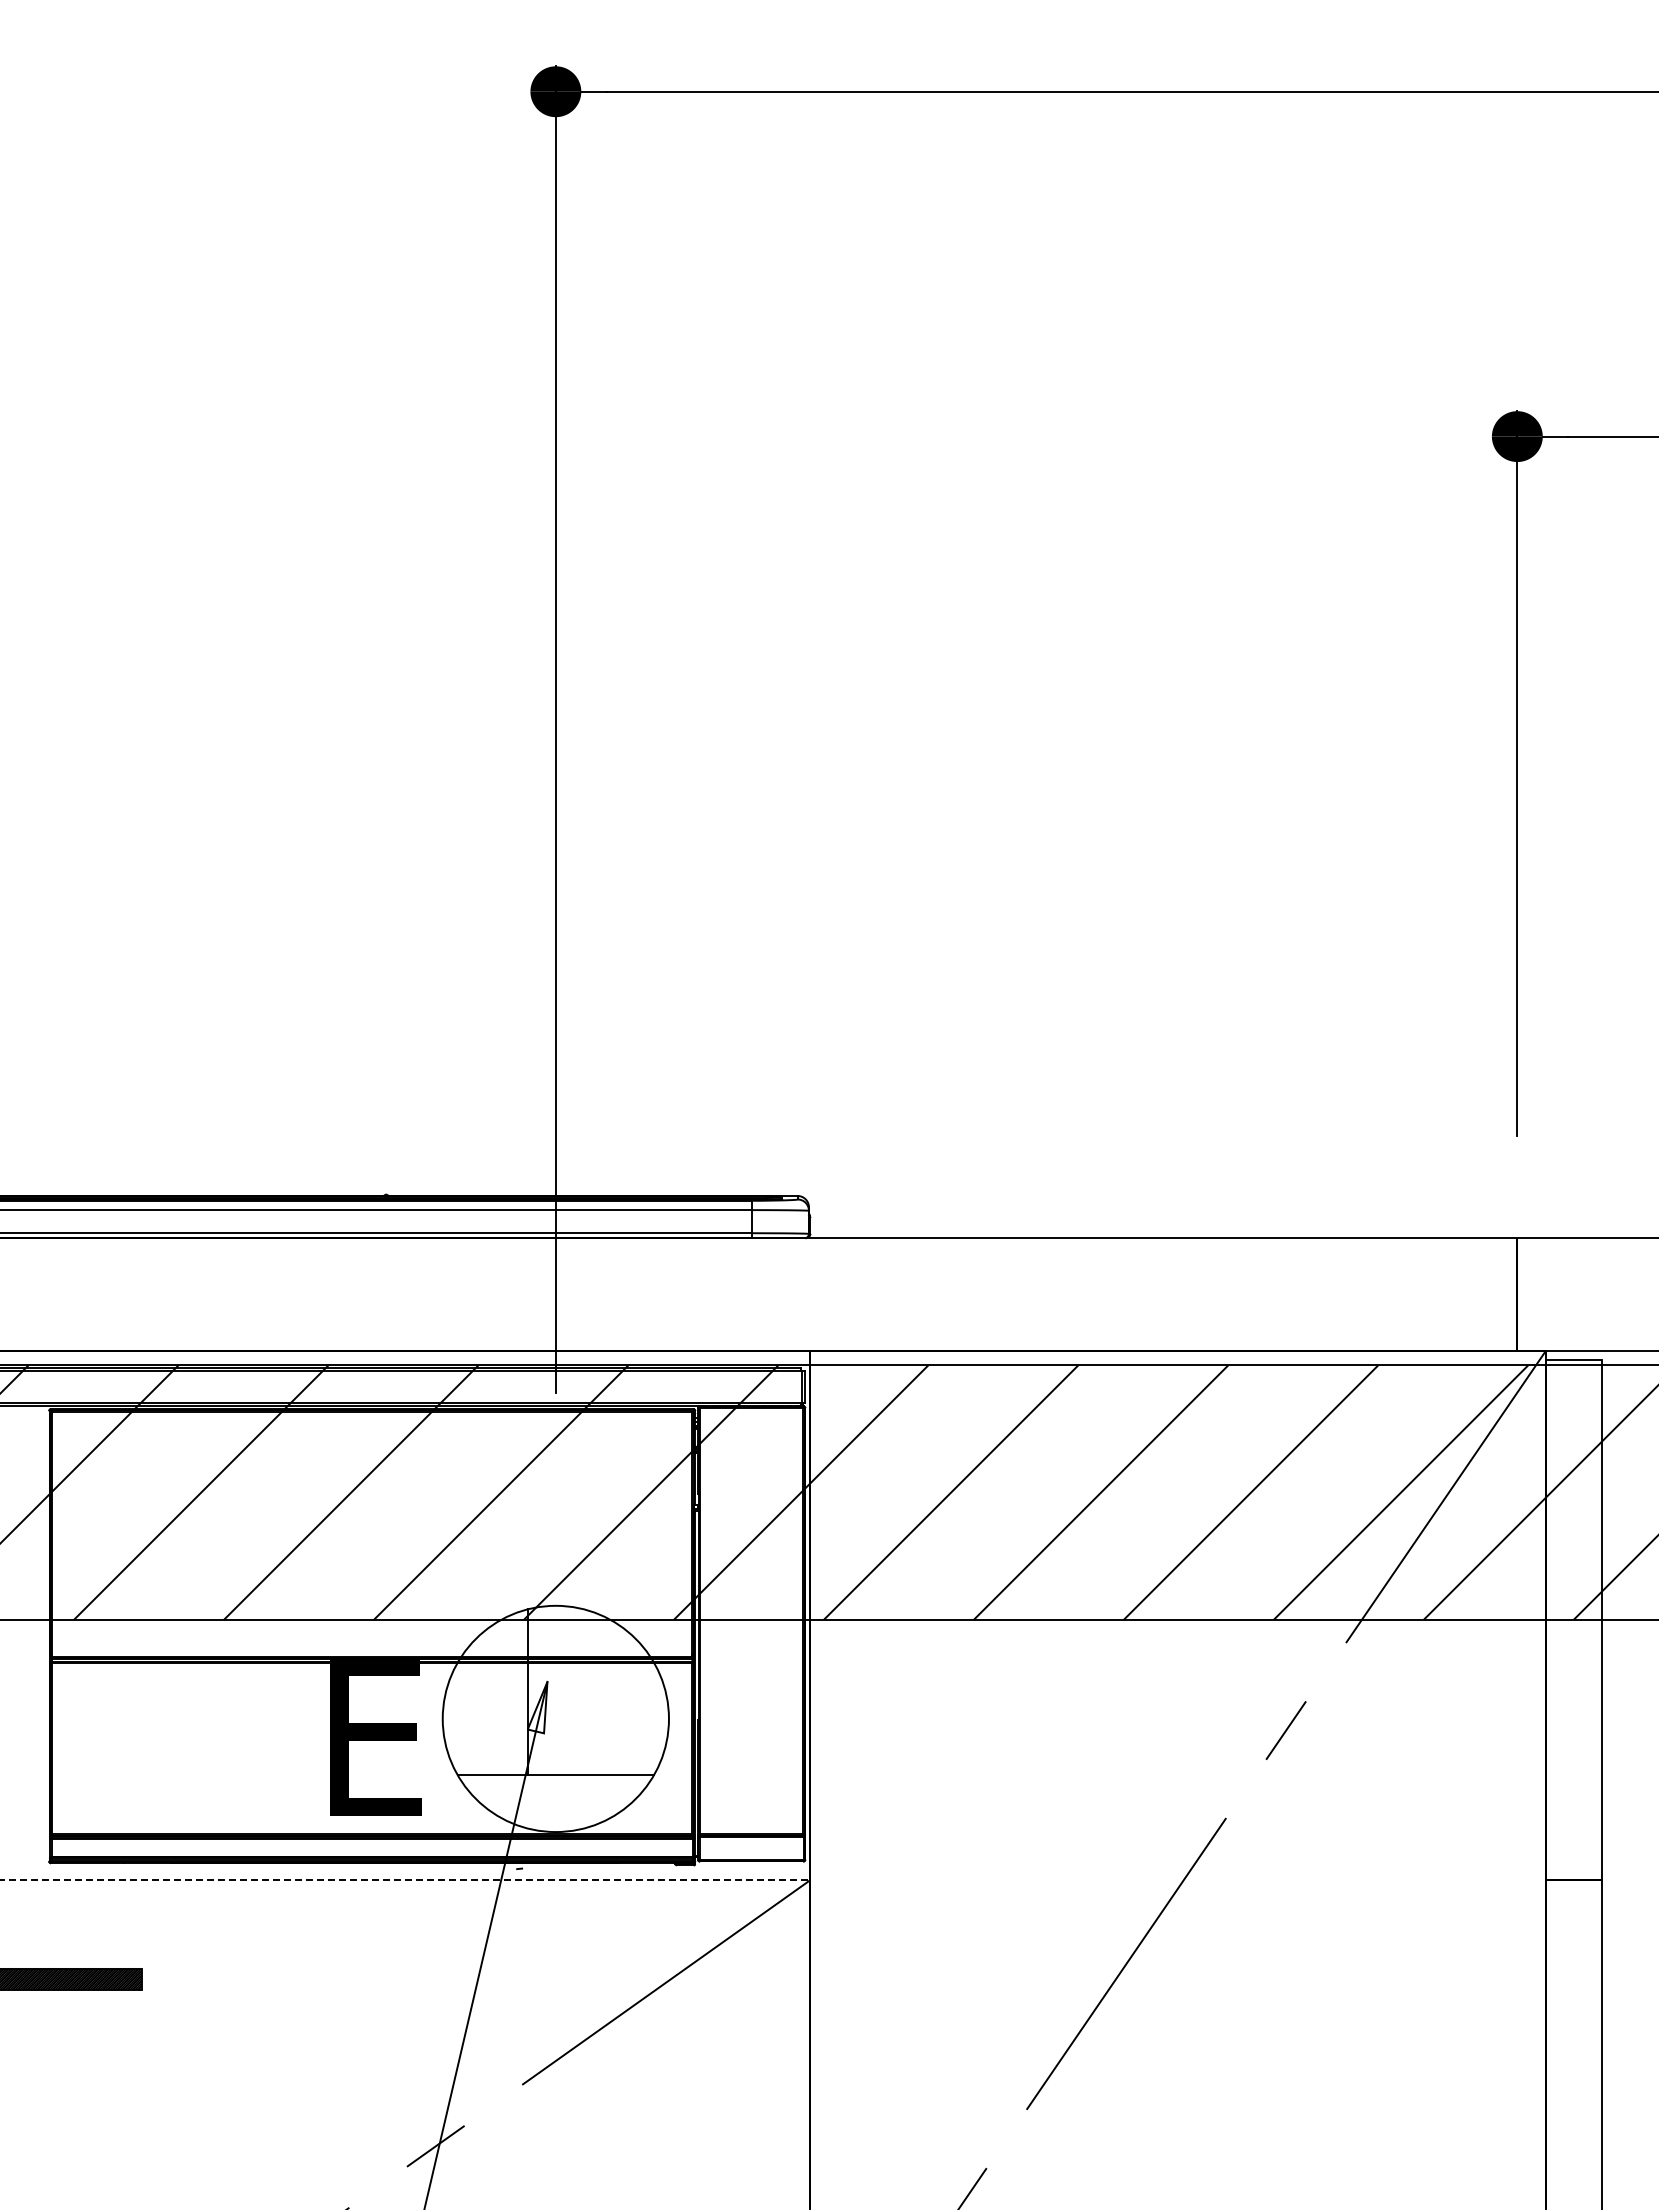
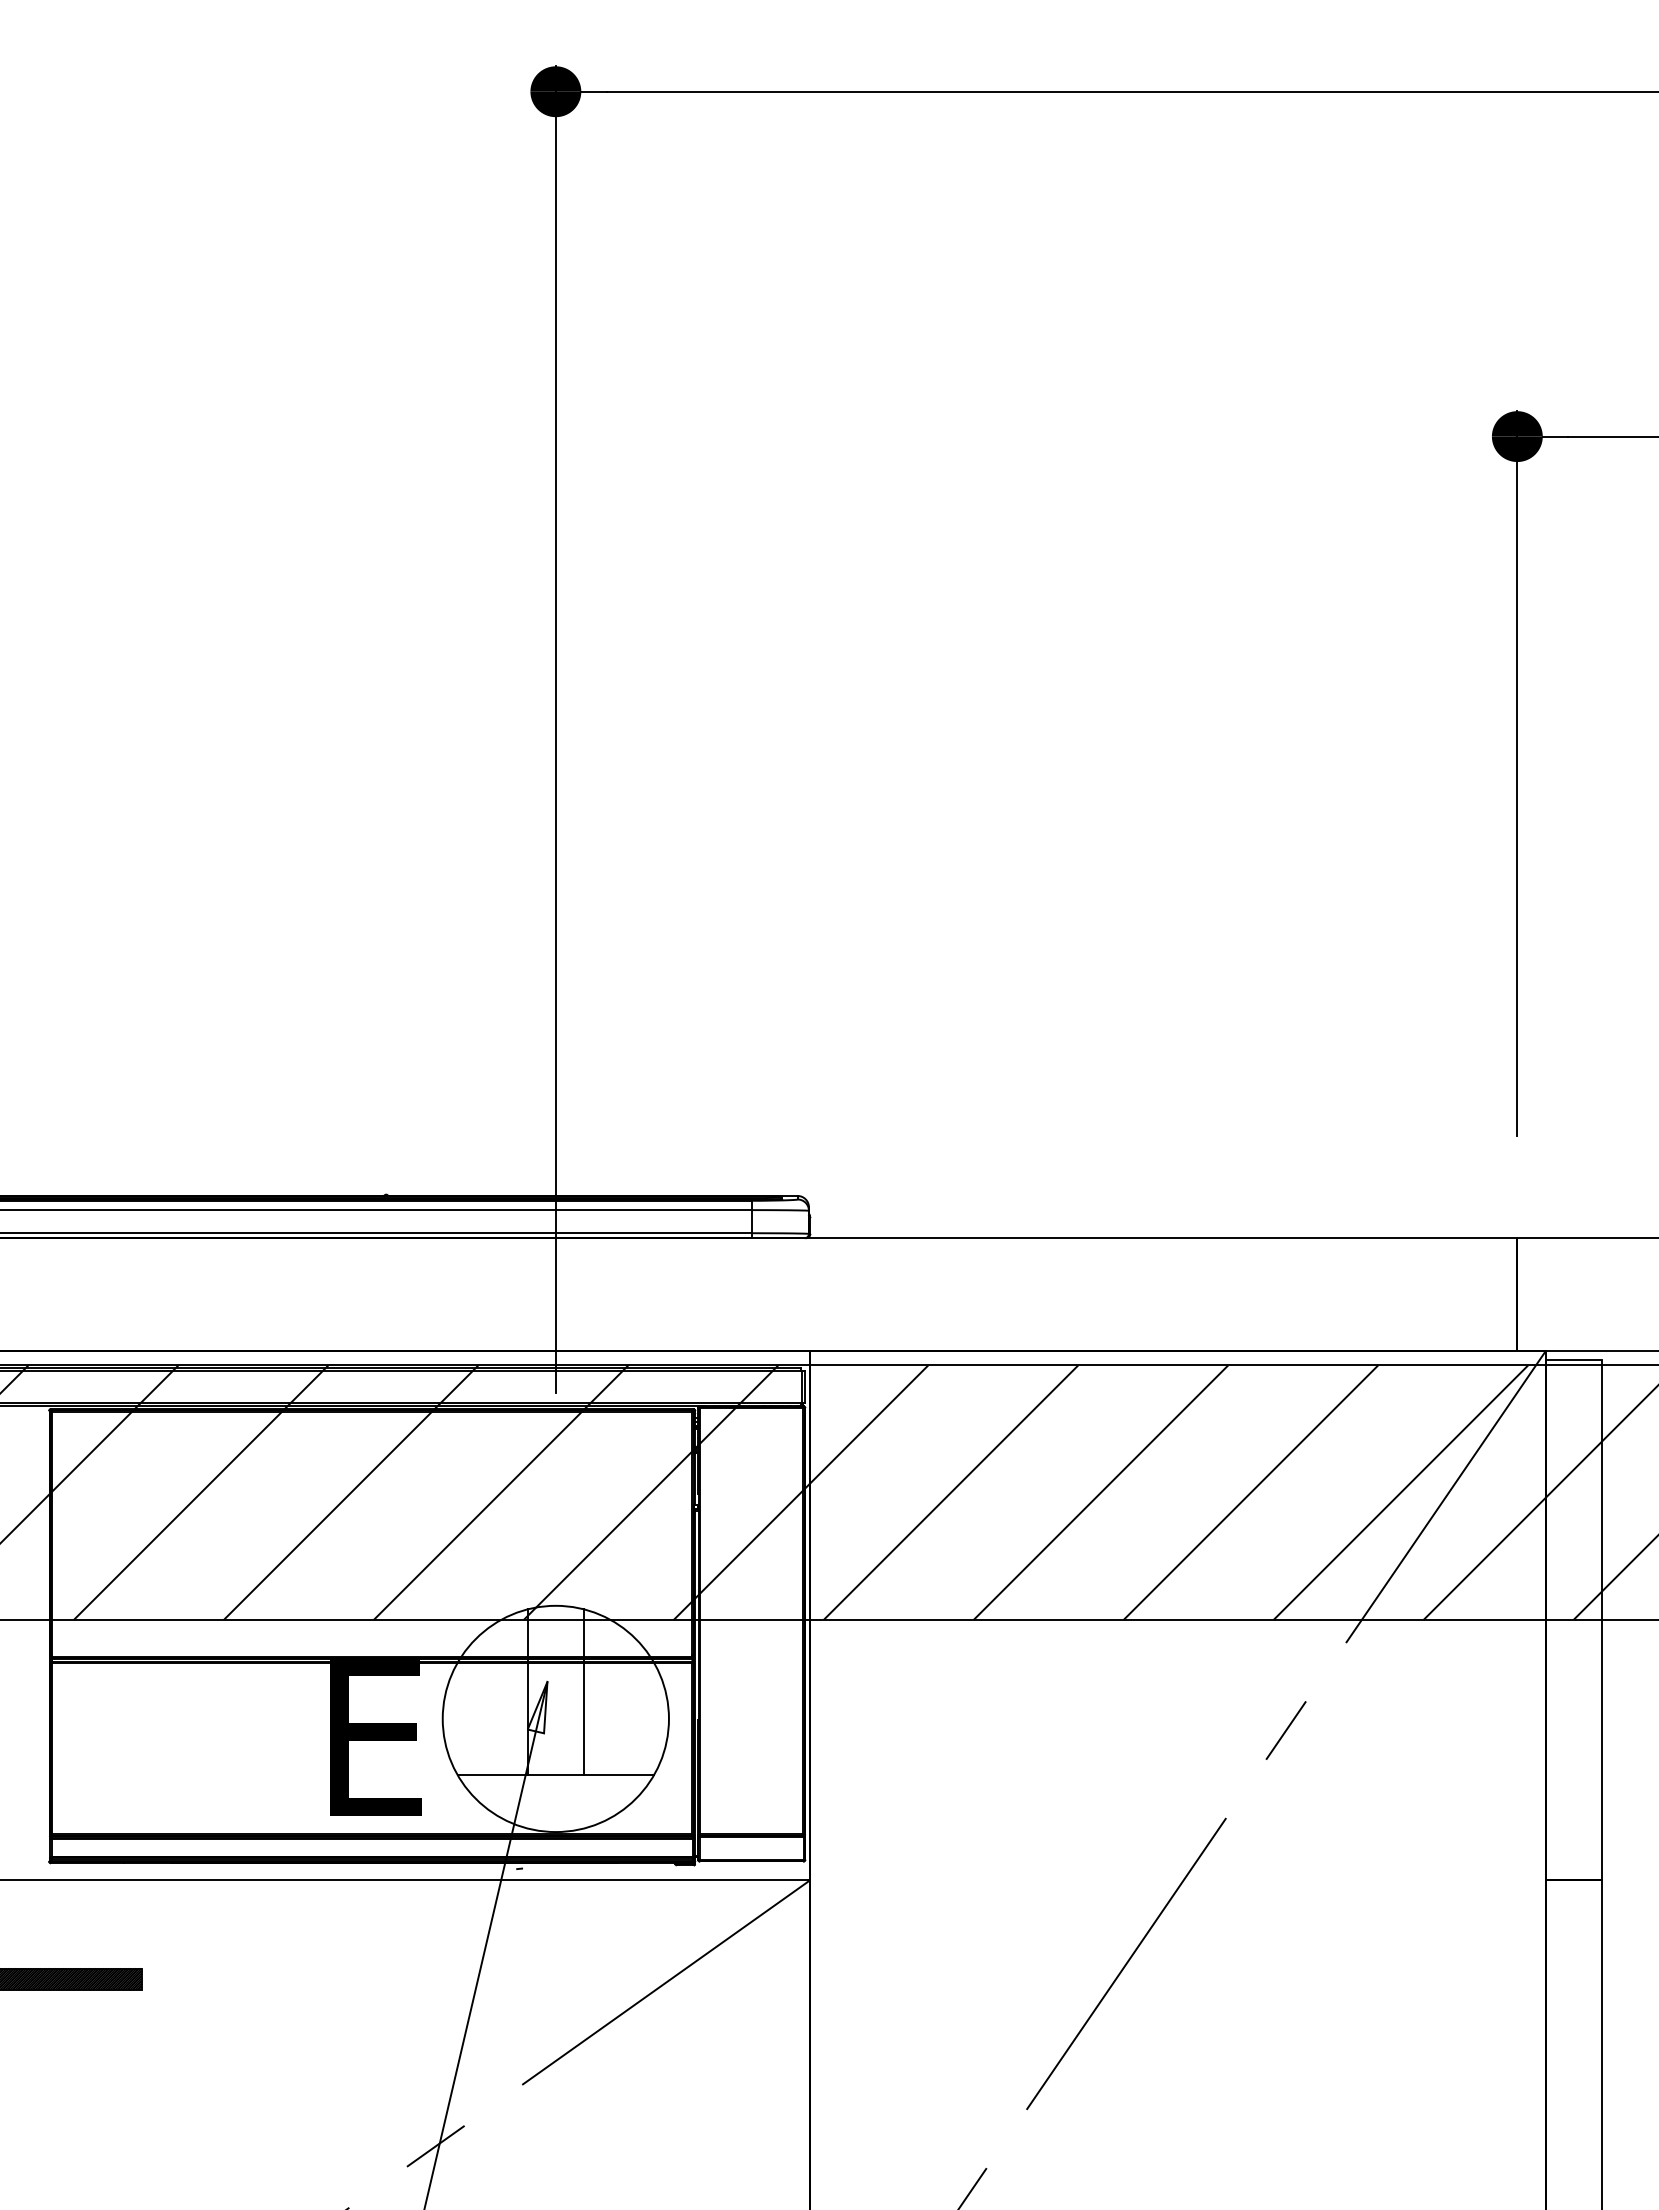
line at (584, 1692): none -> present
line at (405, 1880): dashed -> solid
